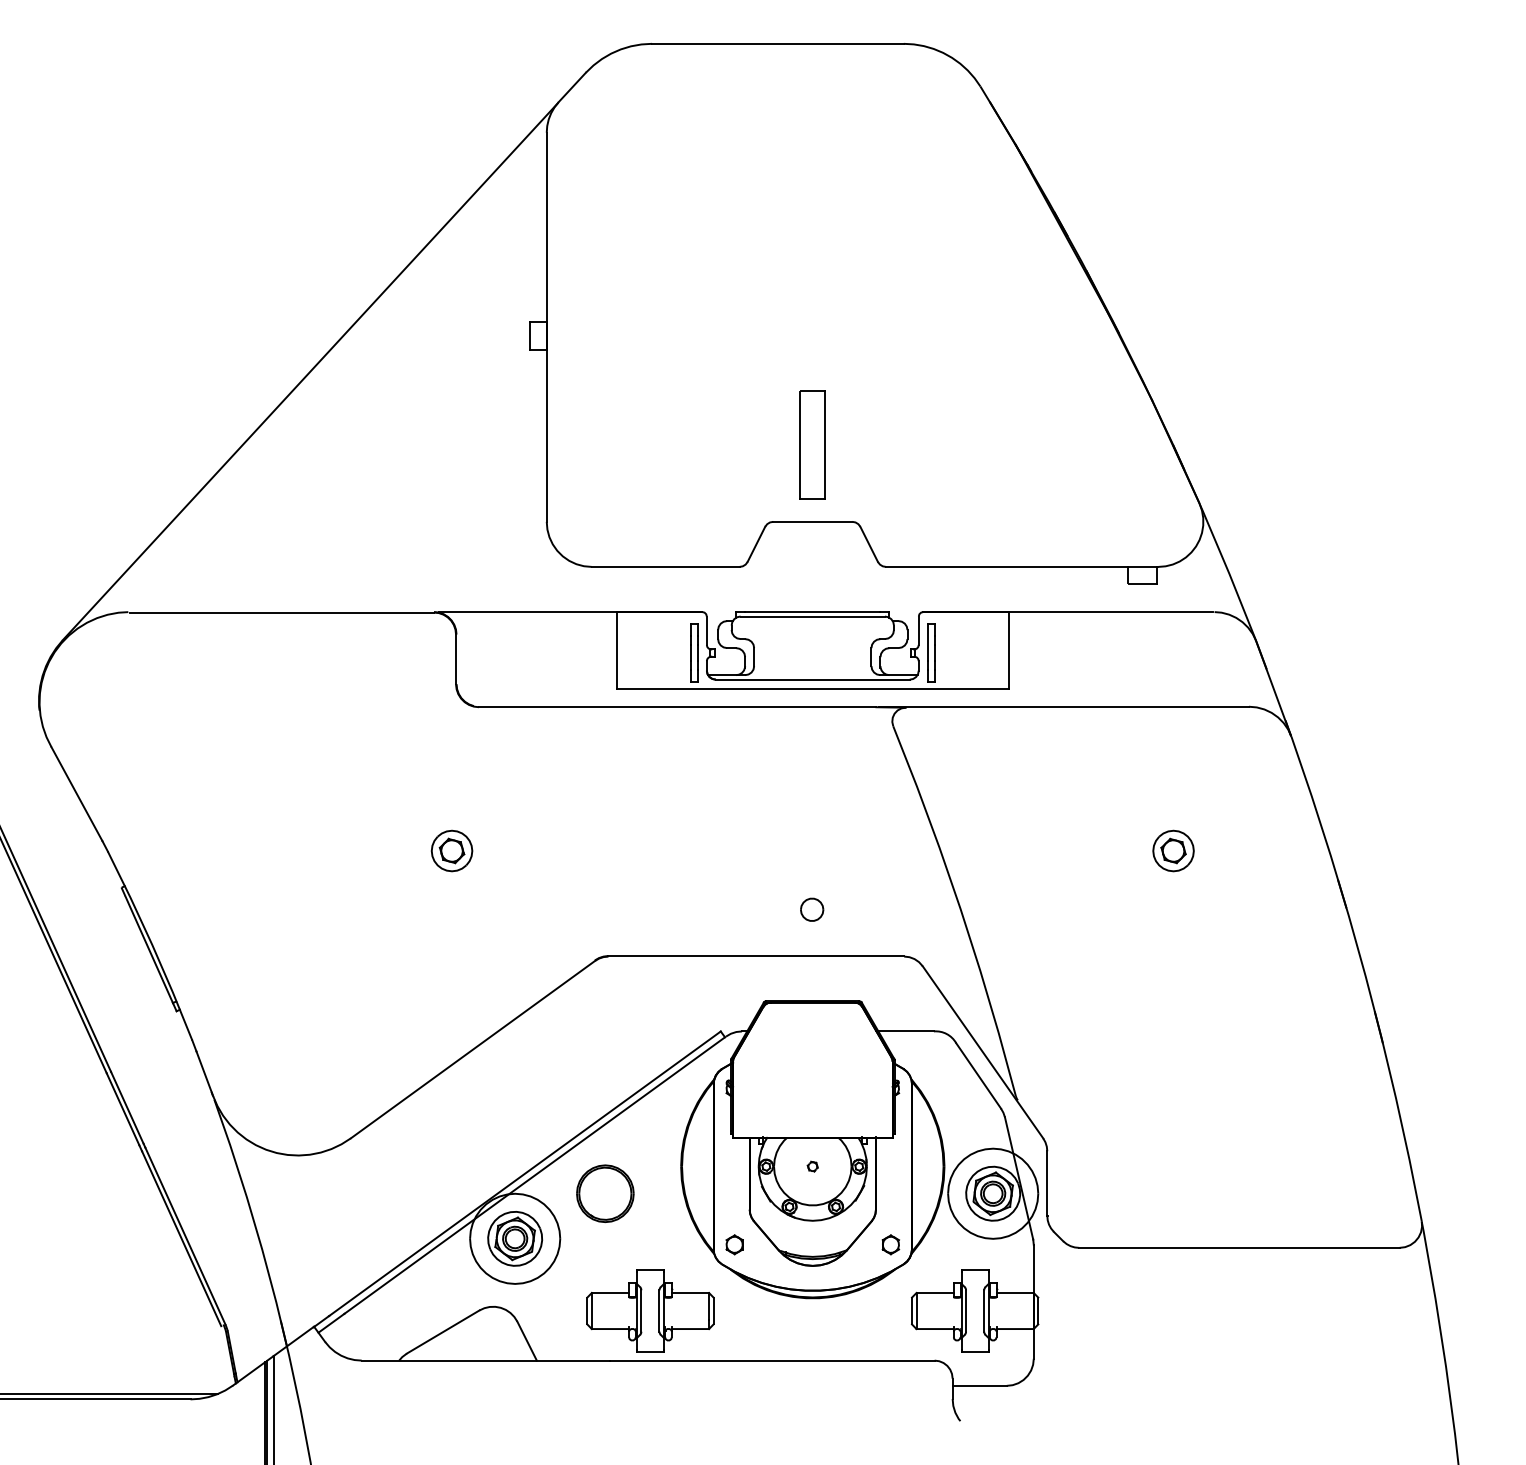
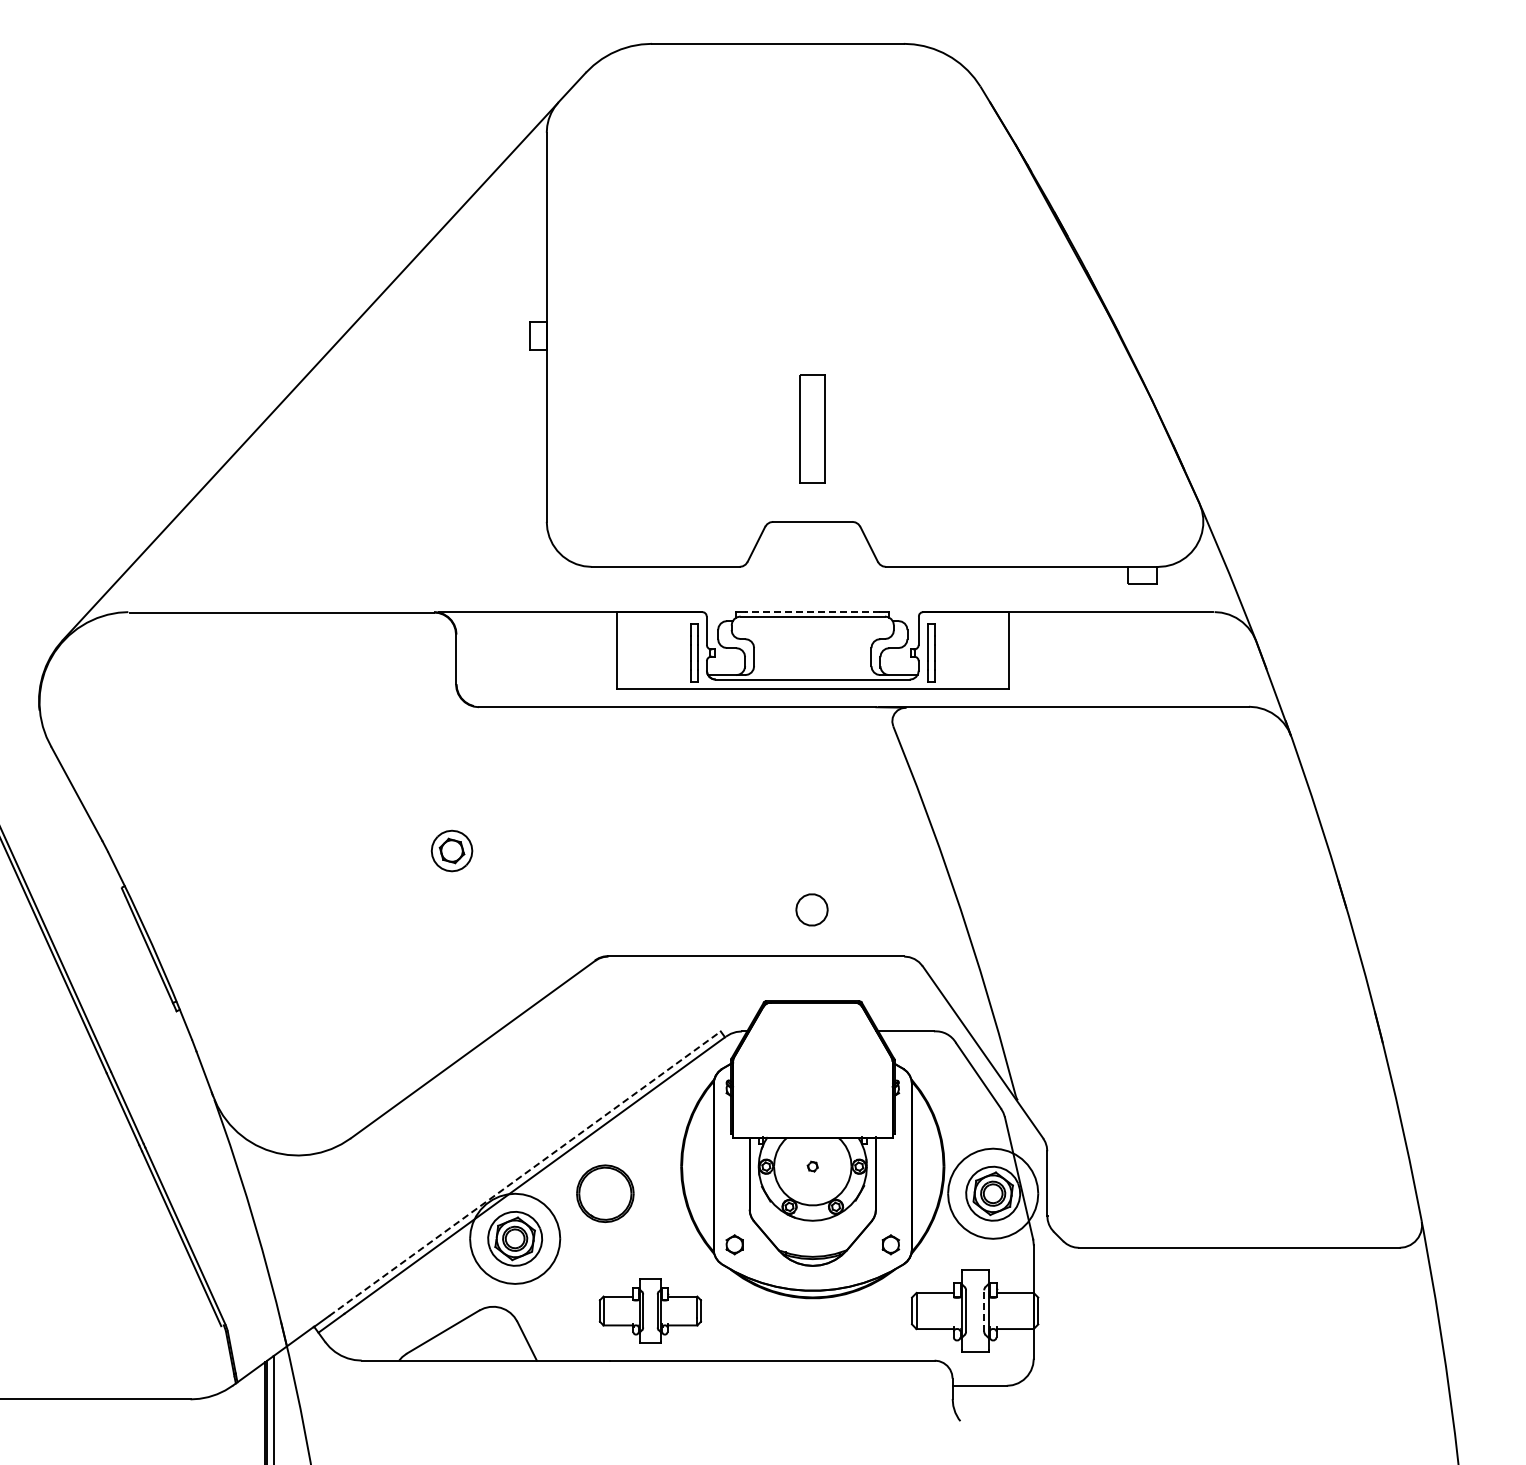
part at (812, 444) position: (812, 444) -> (812, 428)
line at (812, 612): solid -> dashed
part at (1173, 850): present -> none
part at (812, 909) size: 25x25 px -> 34x34 px
line at (525, 1173): solid -> dashed
part at (650, 1310) size: 129x84 px -> 104x66 px
line at (984, 1311): solid -> dashed
line at (109, 1393): present -> none
